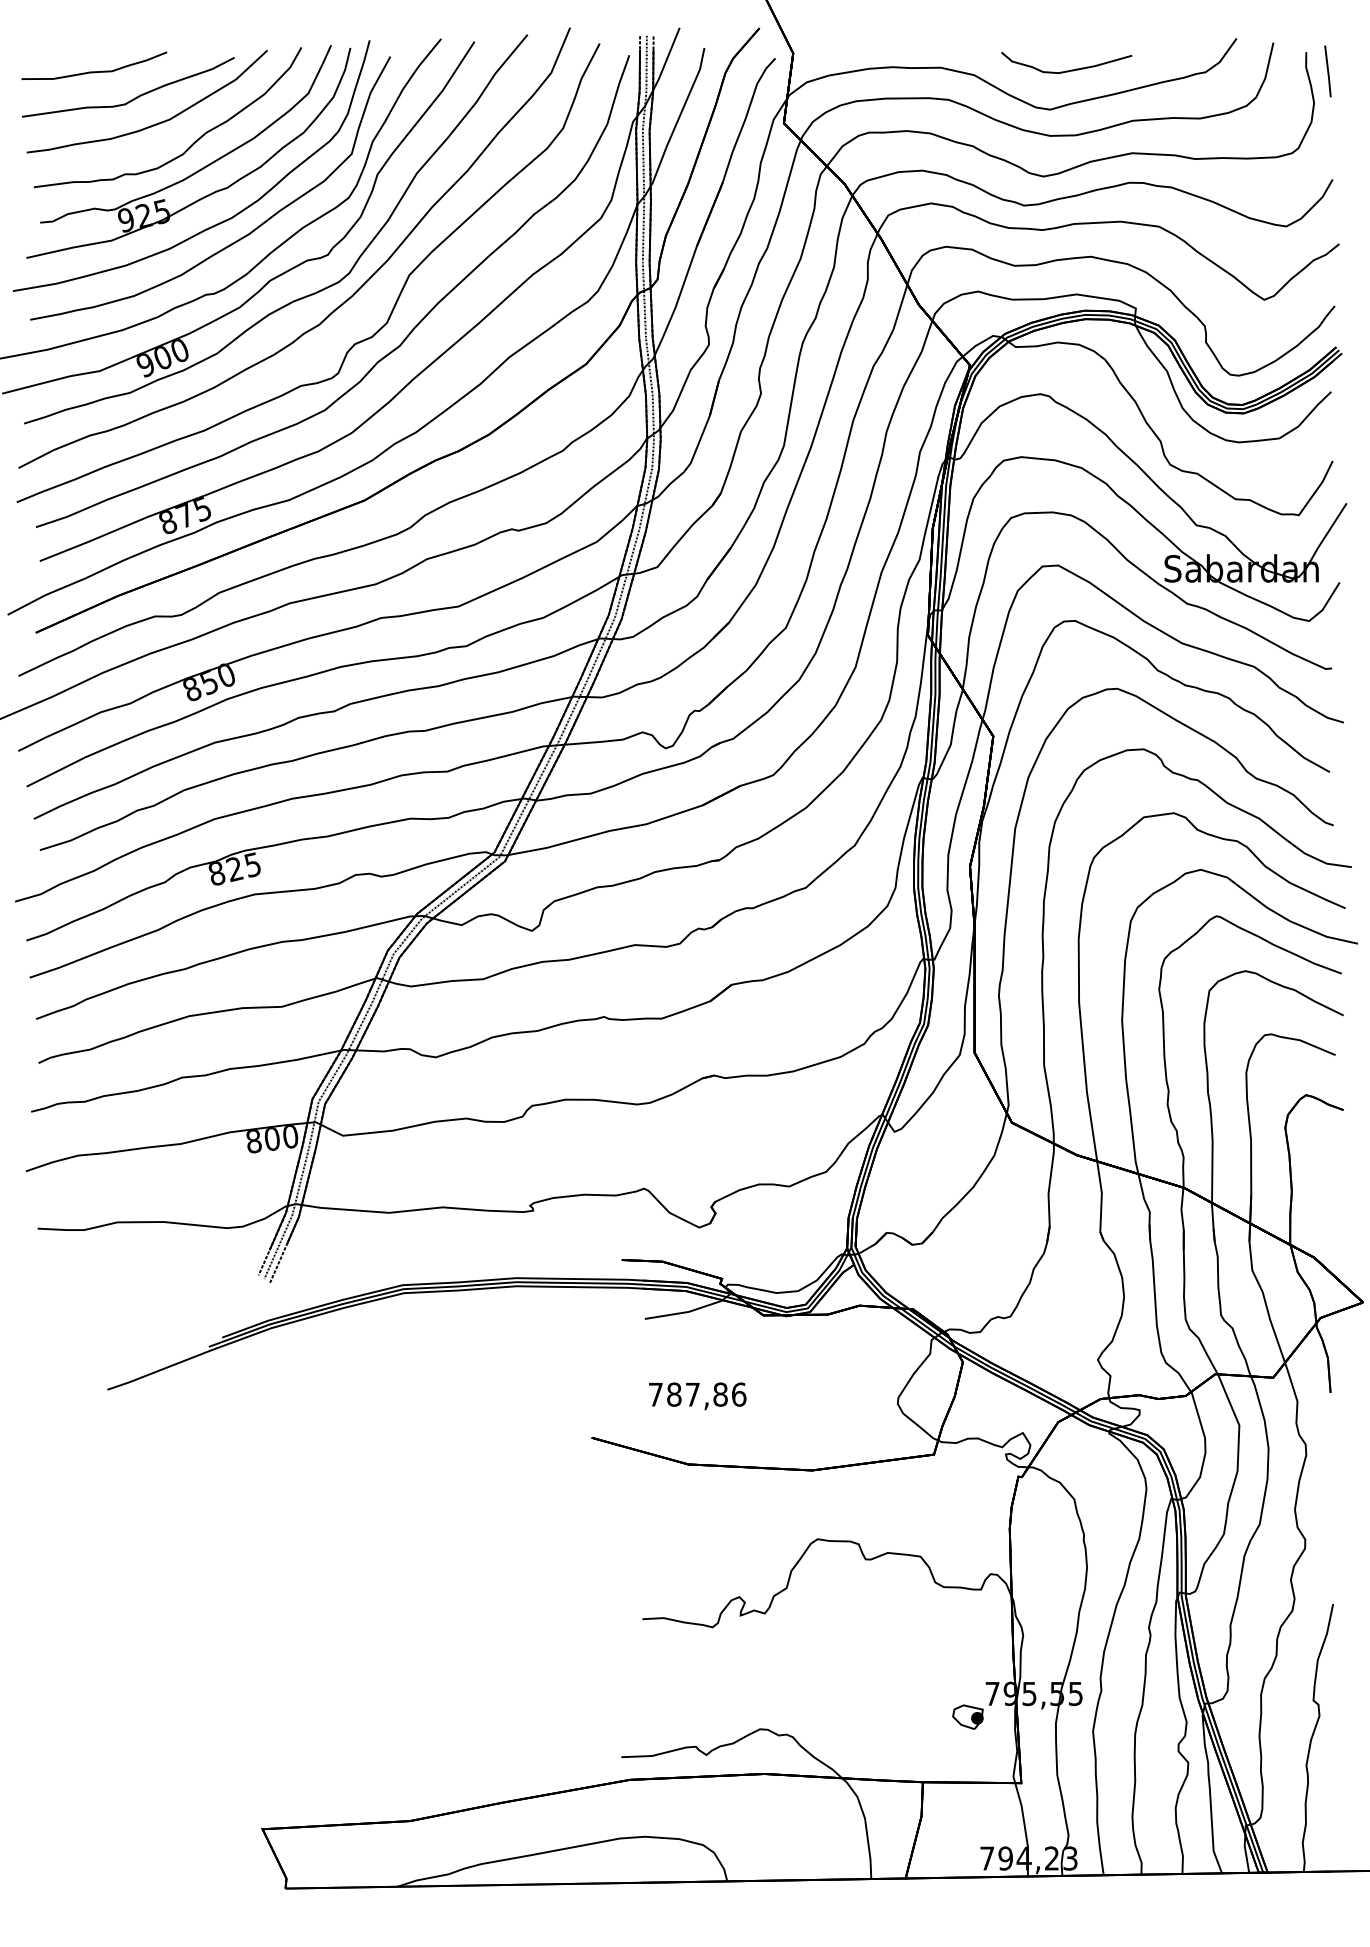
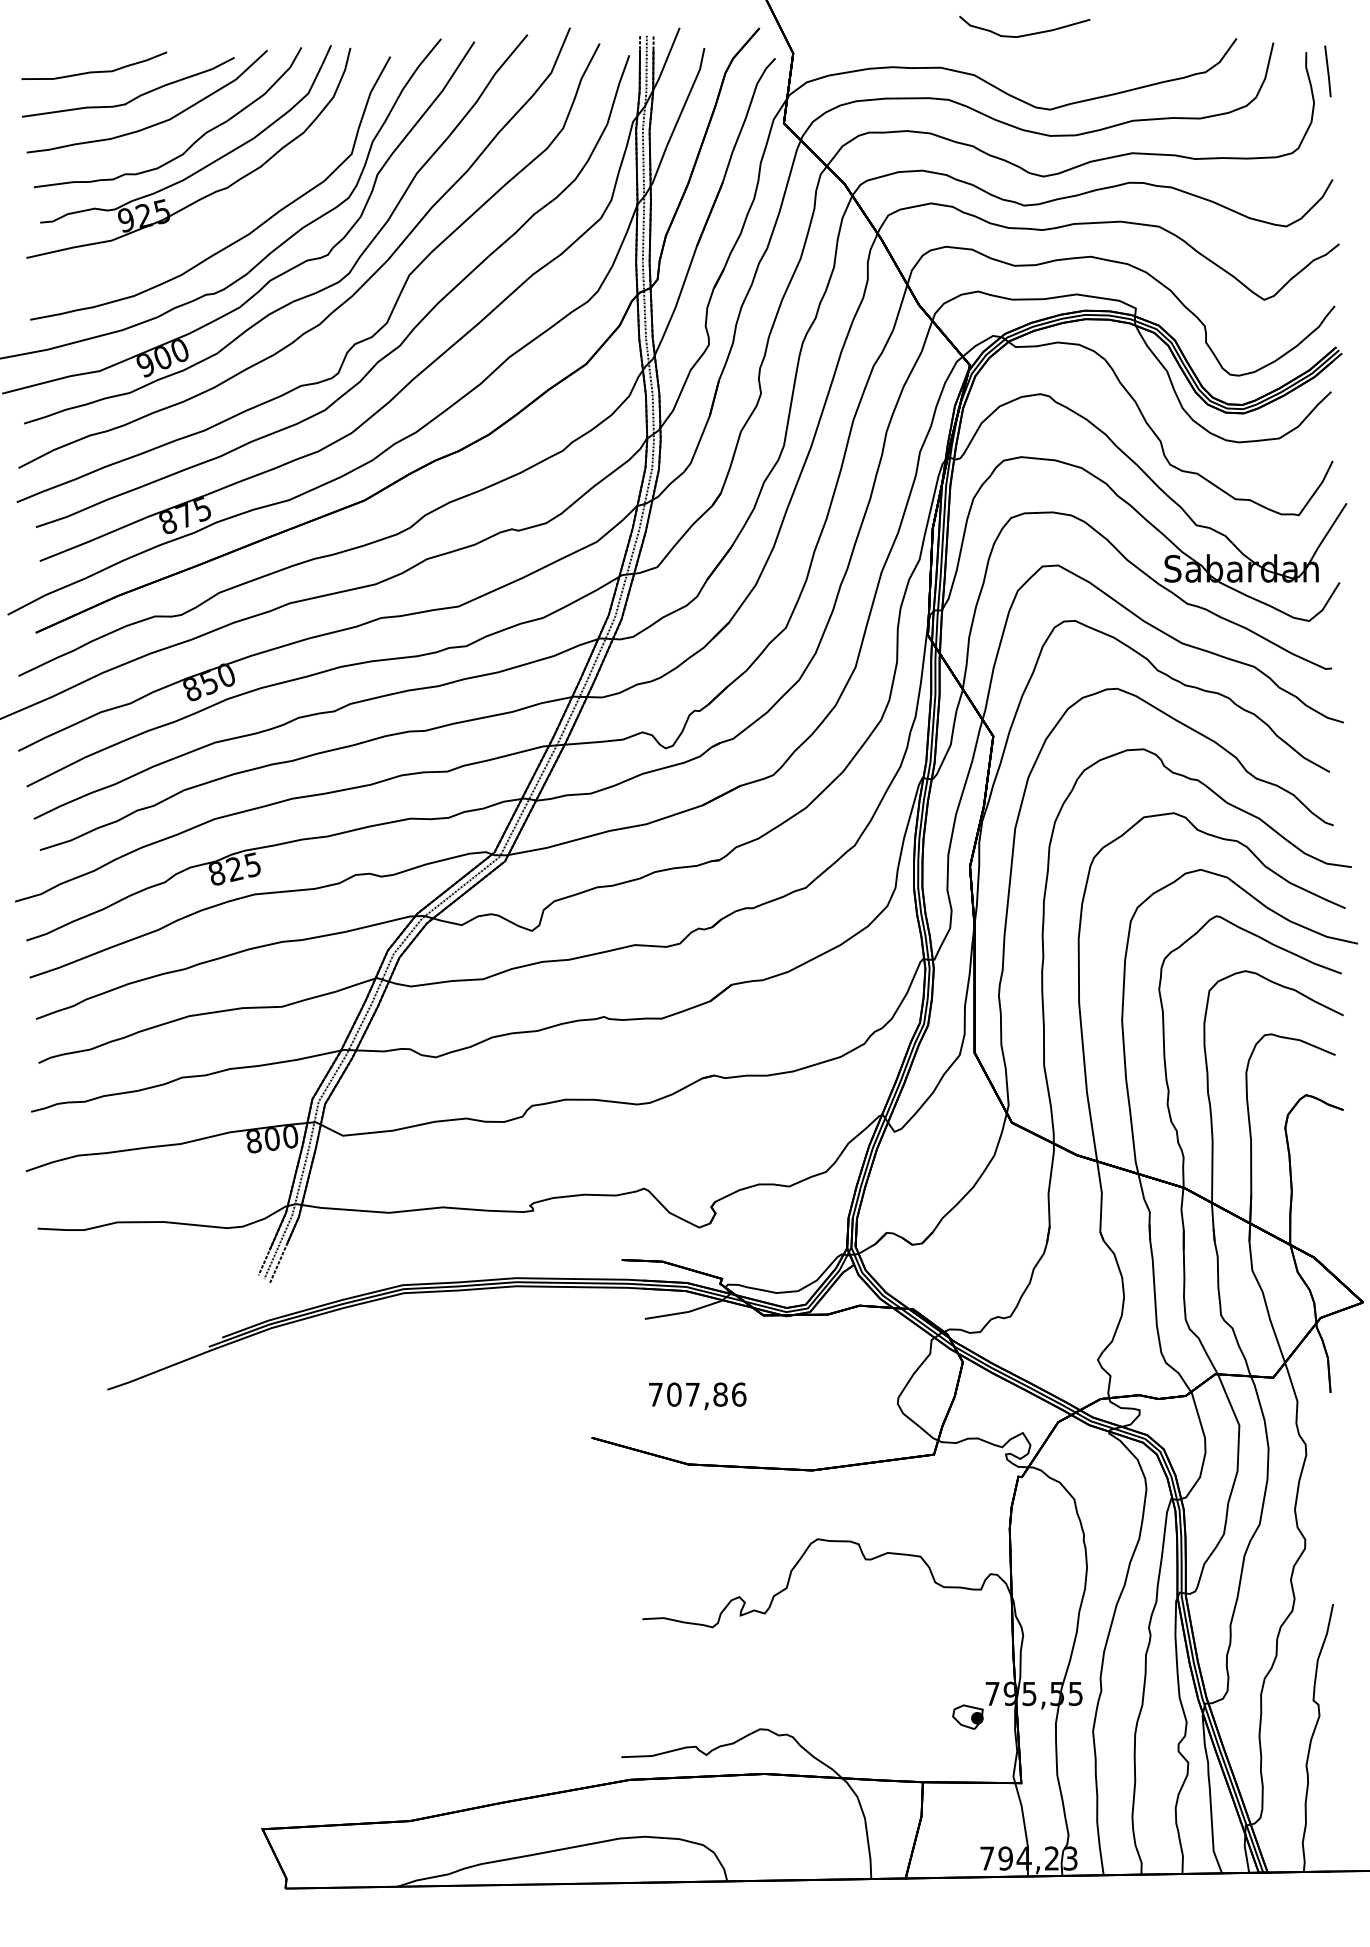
curve at (1066, 70) position: (1066, 70) -> (1024, 34)
curve at (214, 224): present -> none
text at (674, 1394): 787,86 -> 707,86
